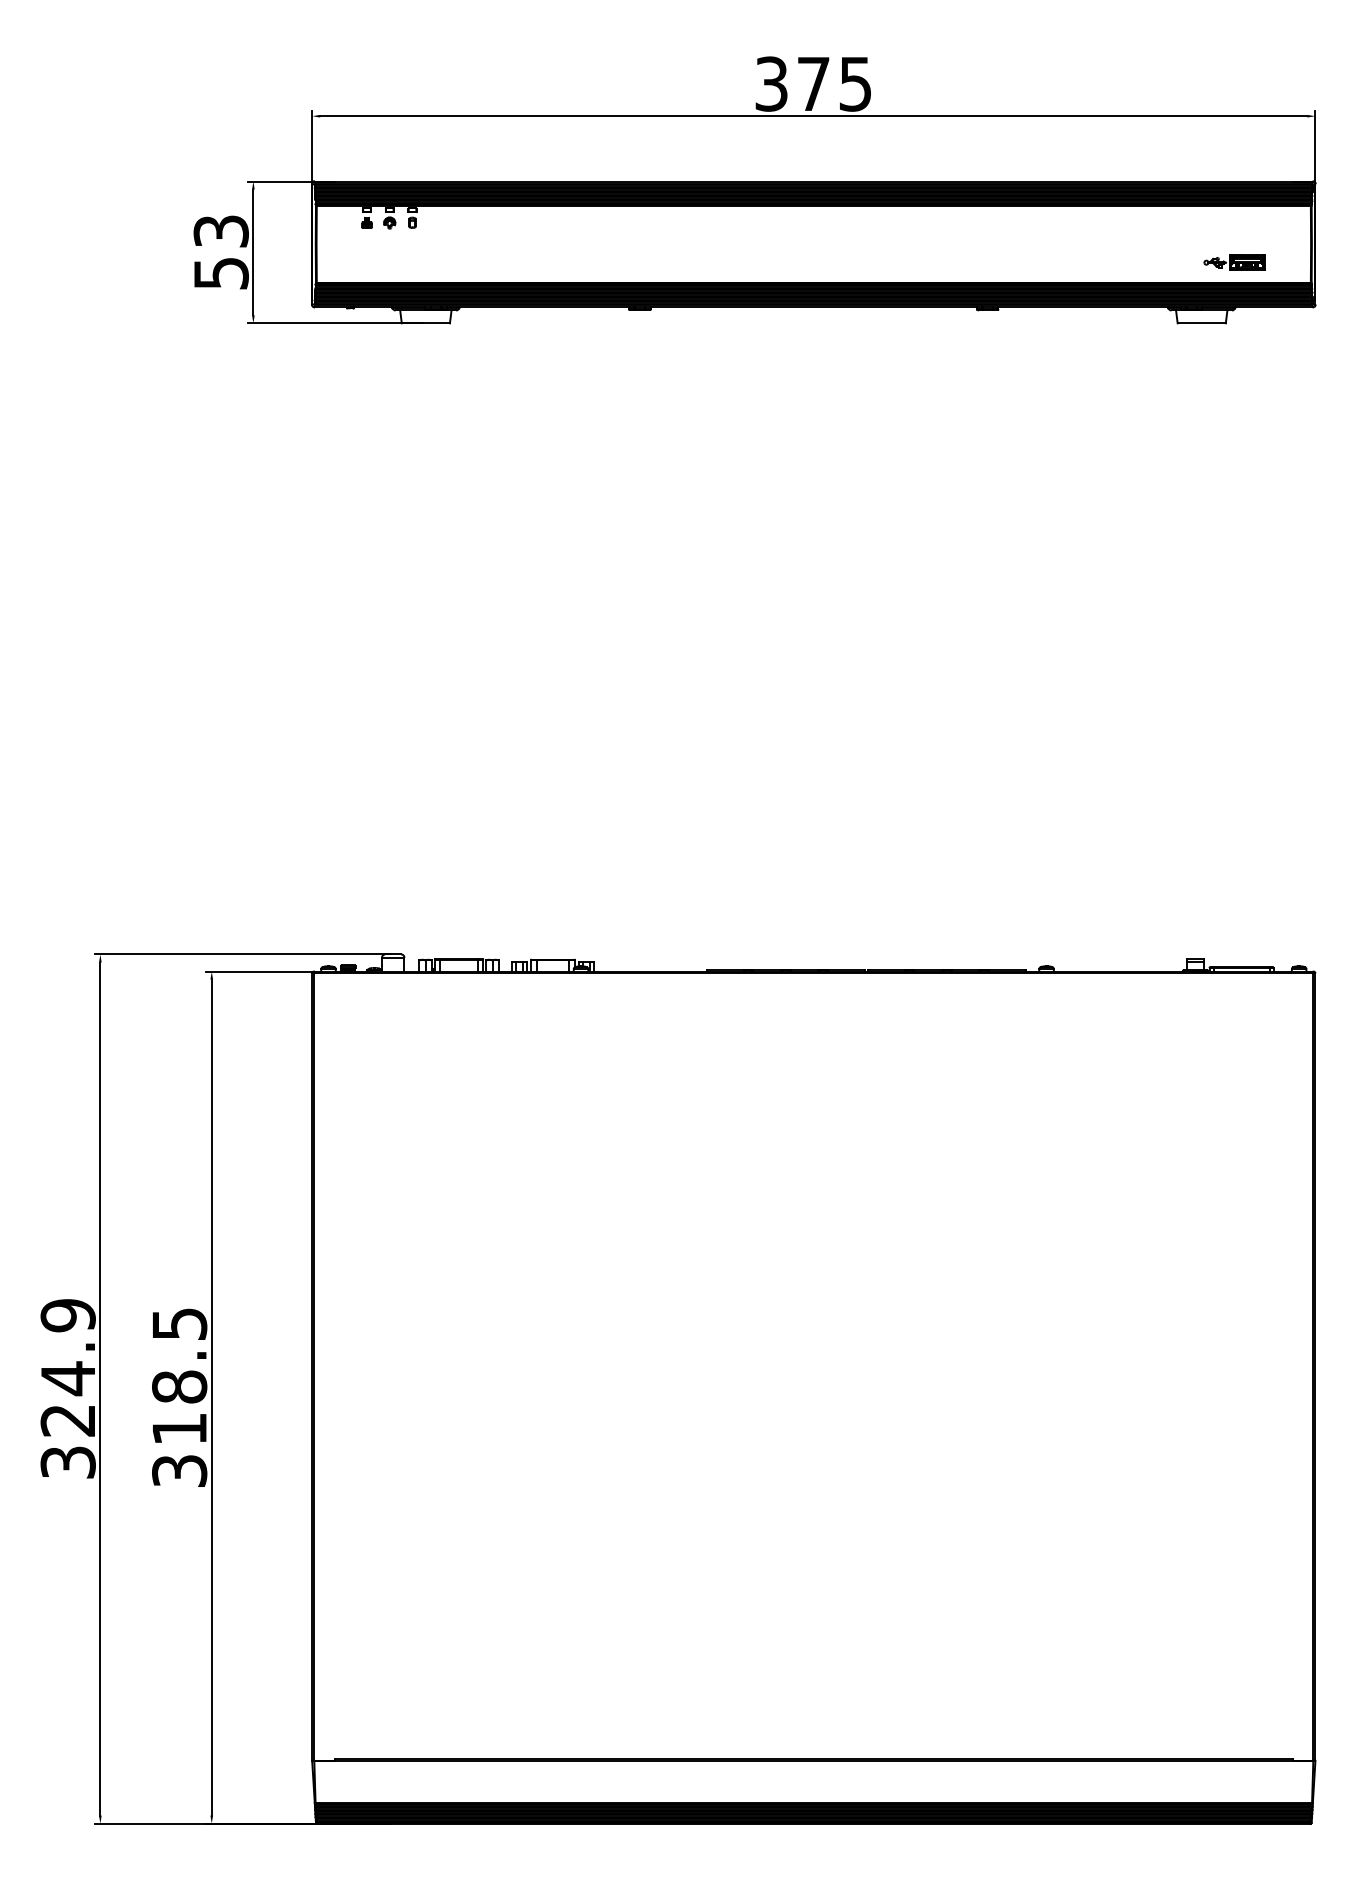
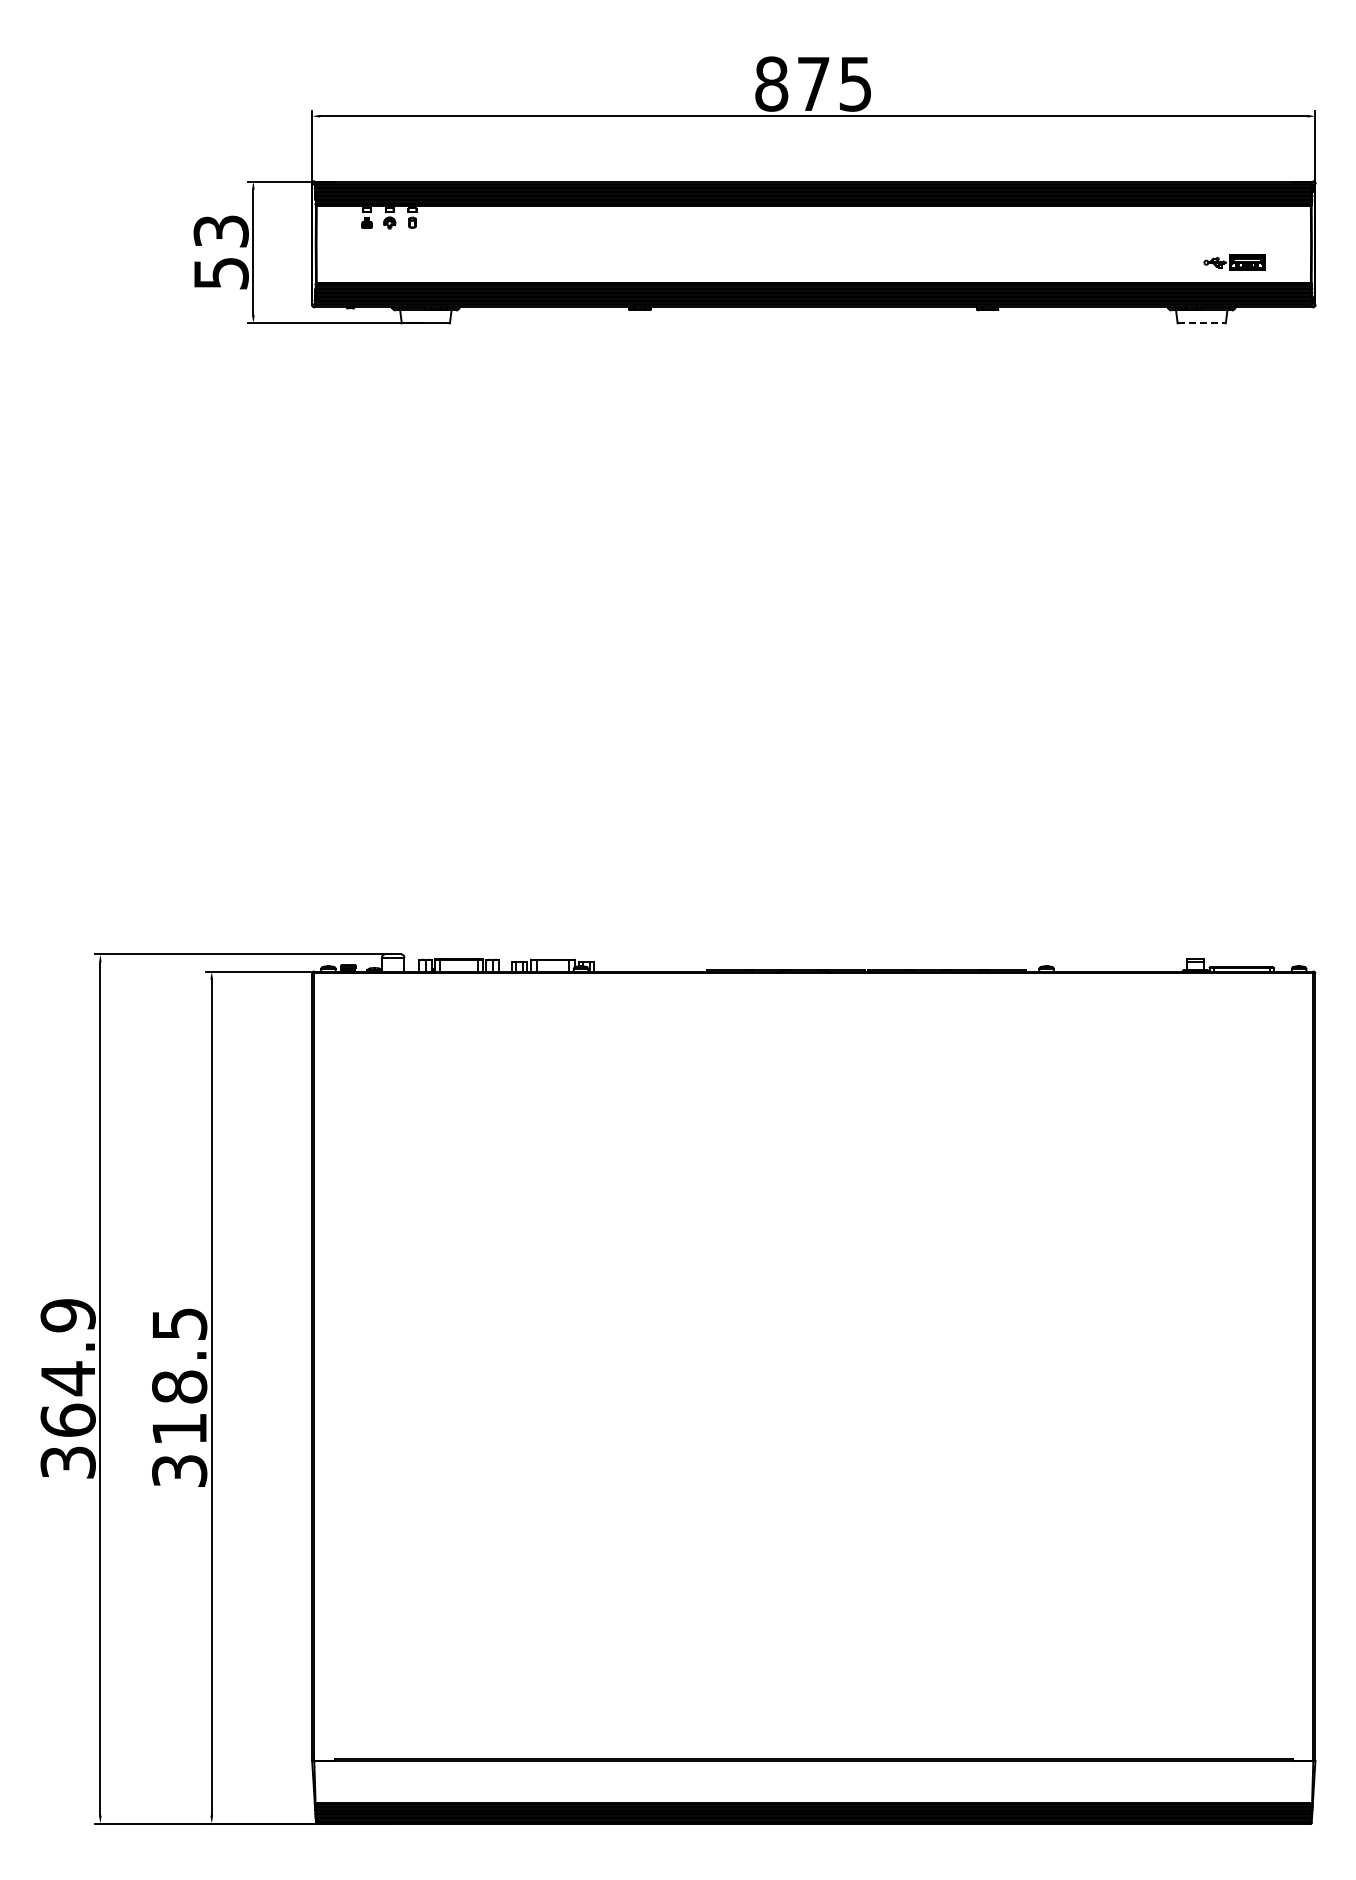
text at (771, 83): 375 -> 875
line at (1202, 323): solid -> dashed
text at (67, 1419): 324.9 -> 364.9
